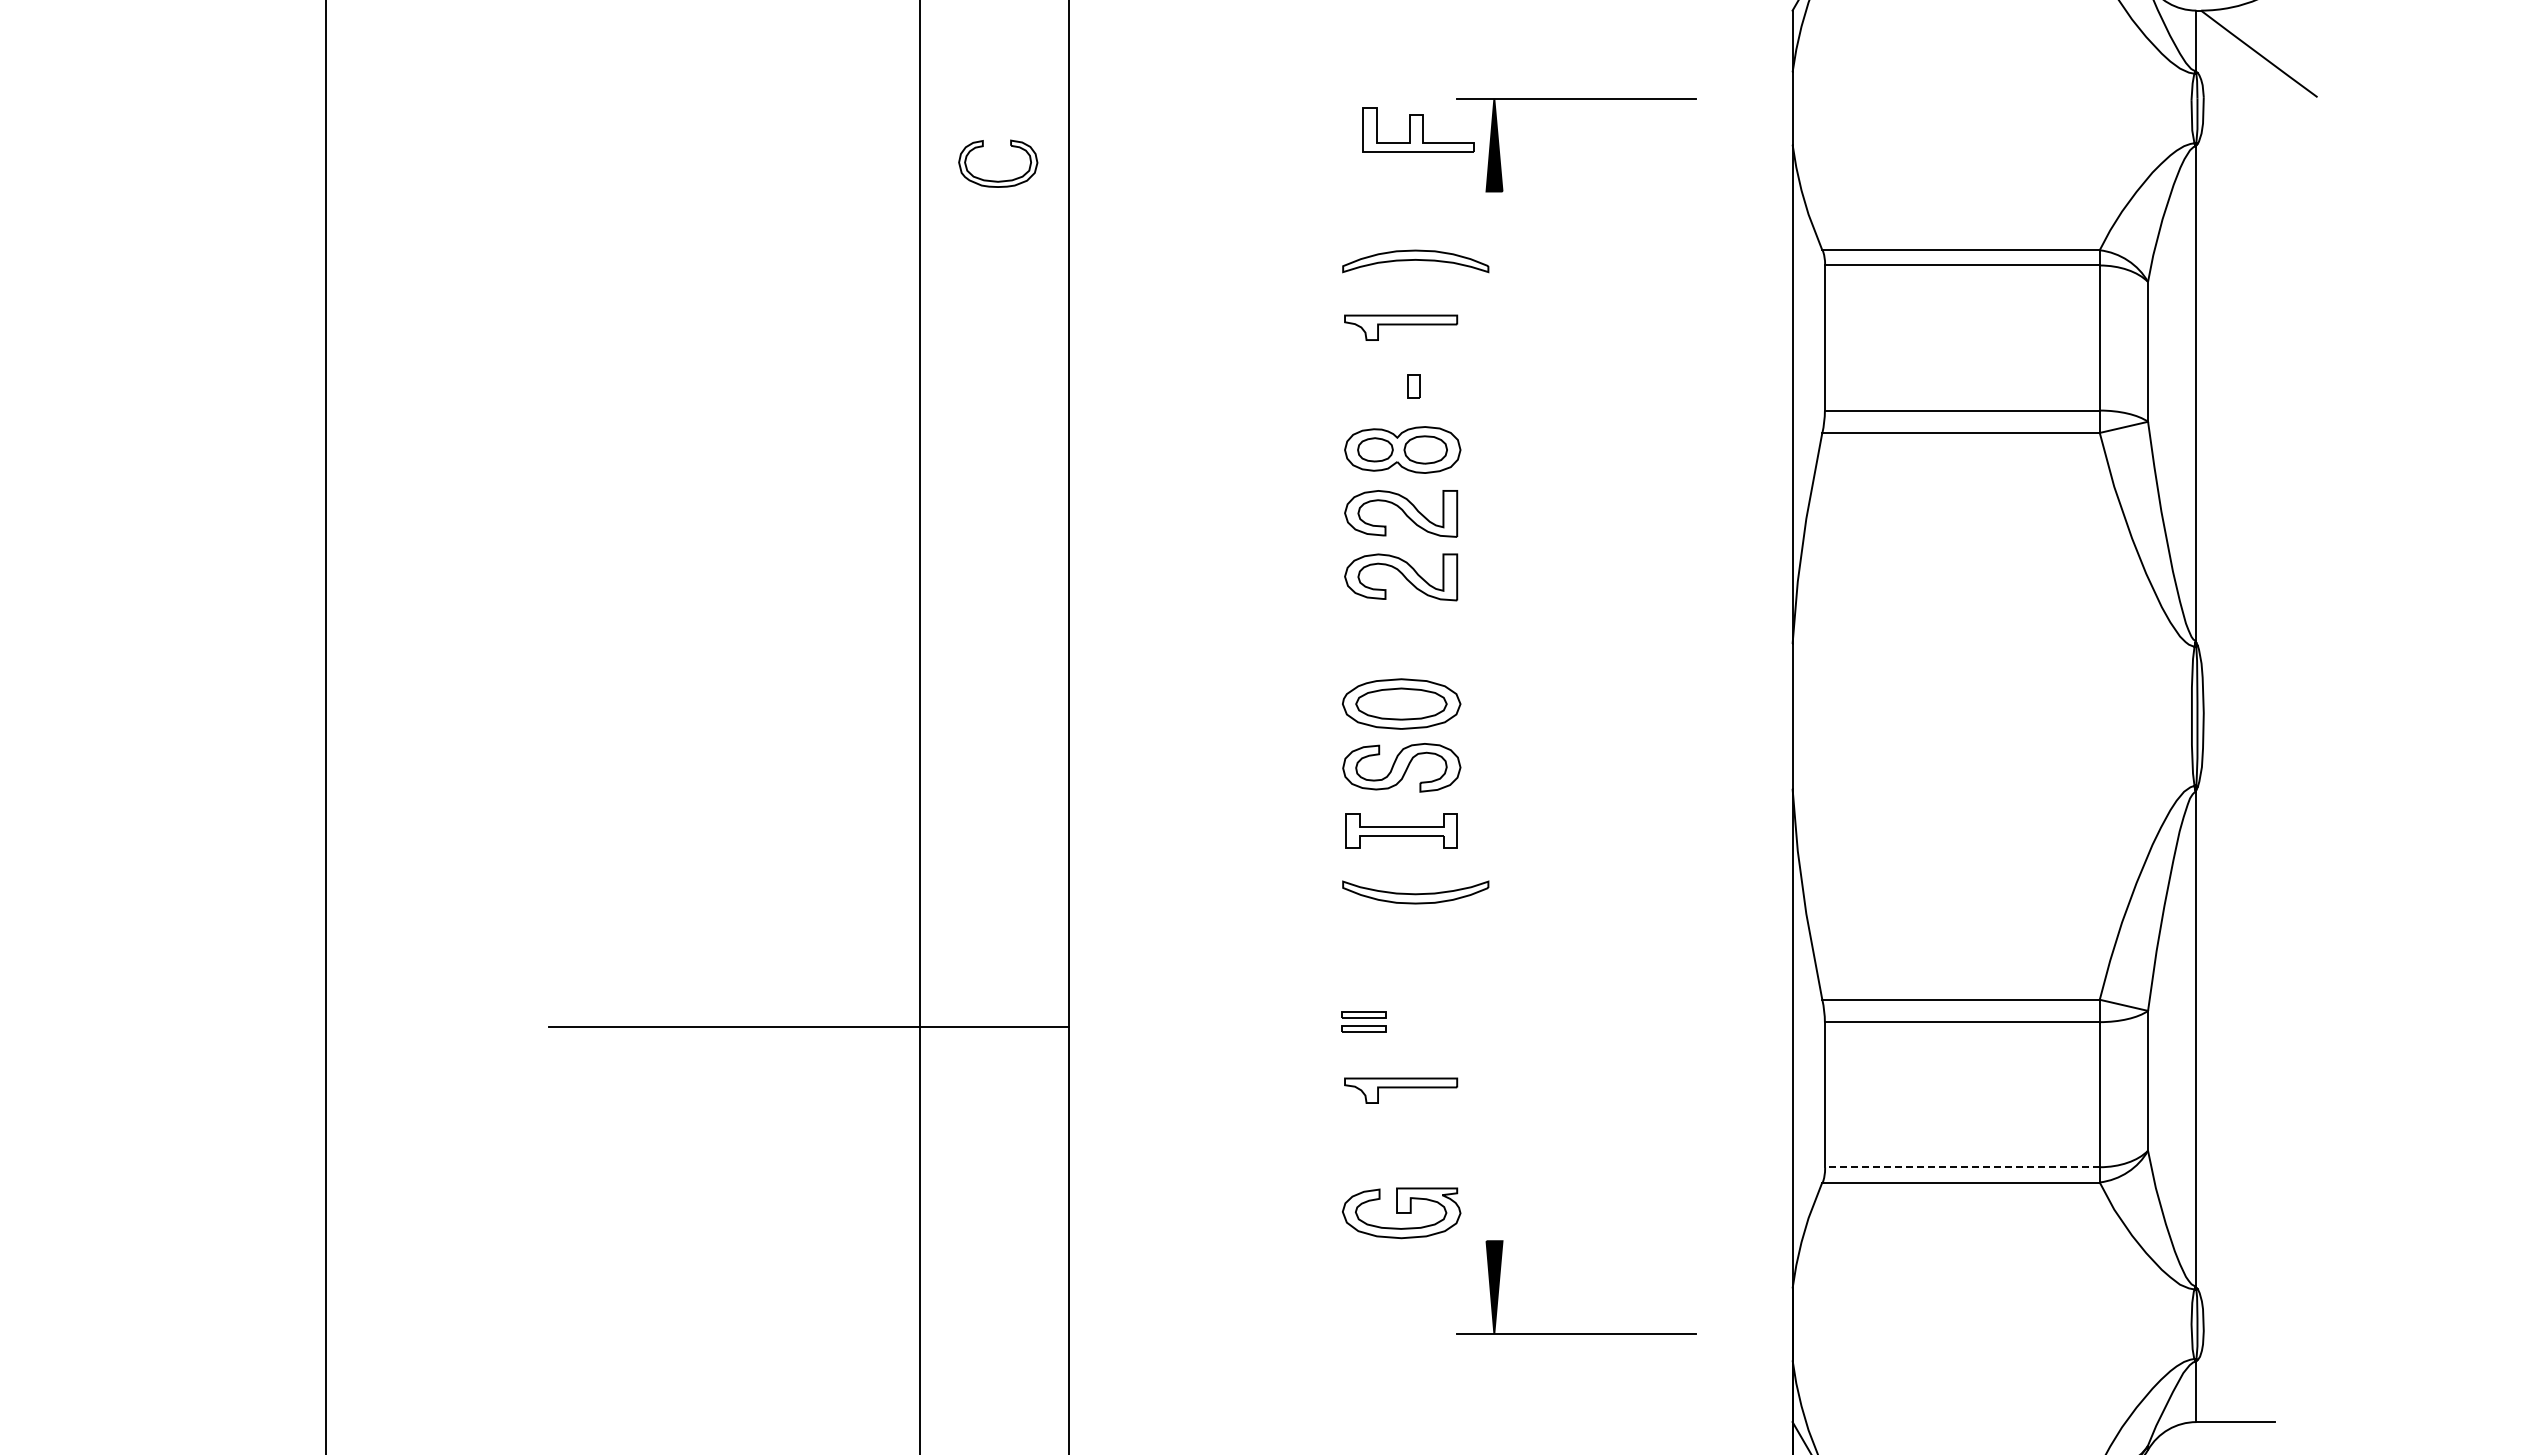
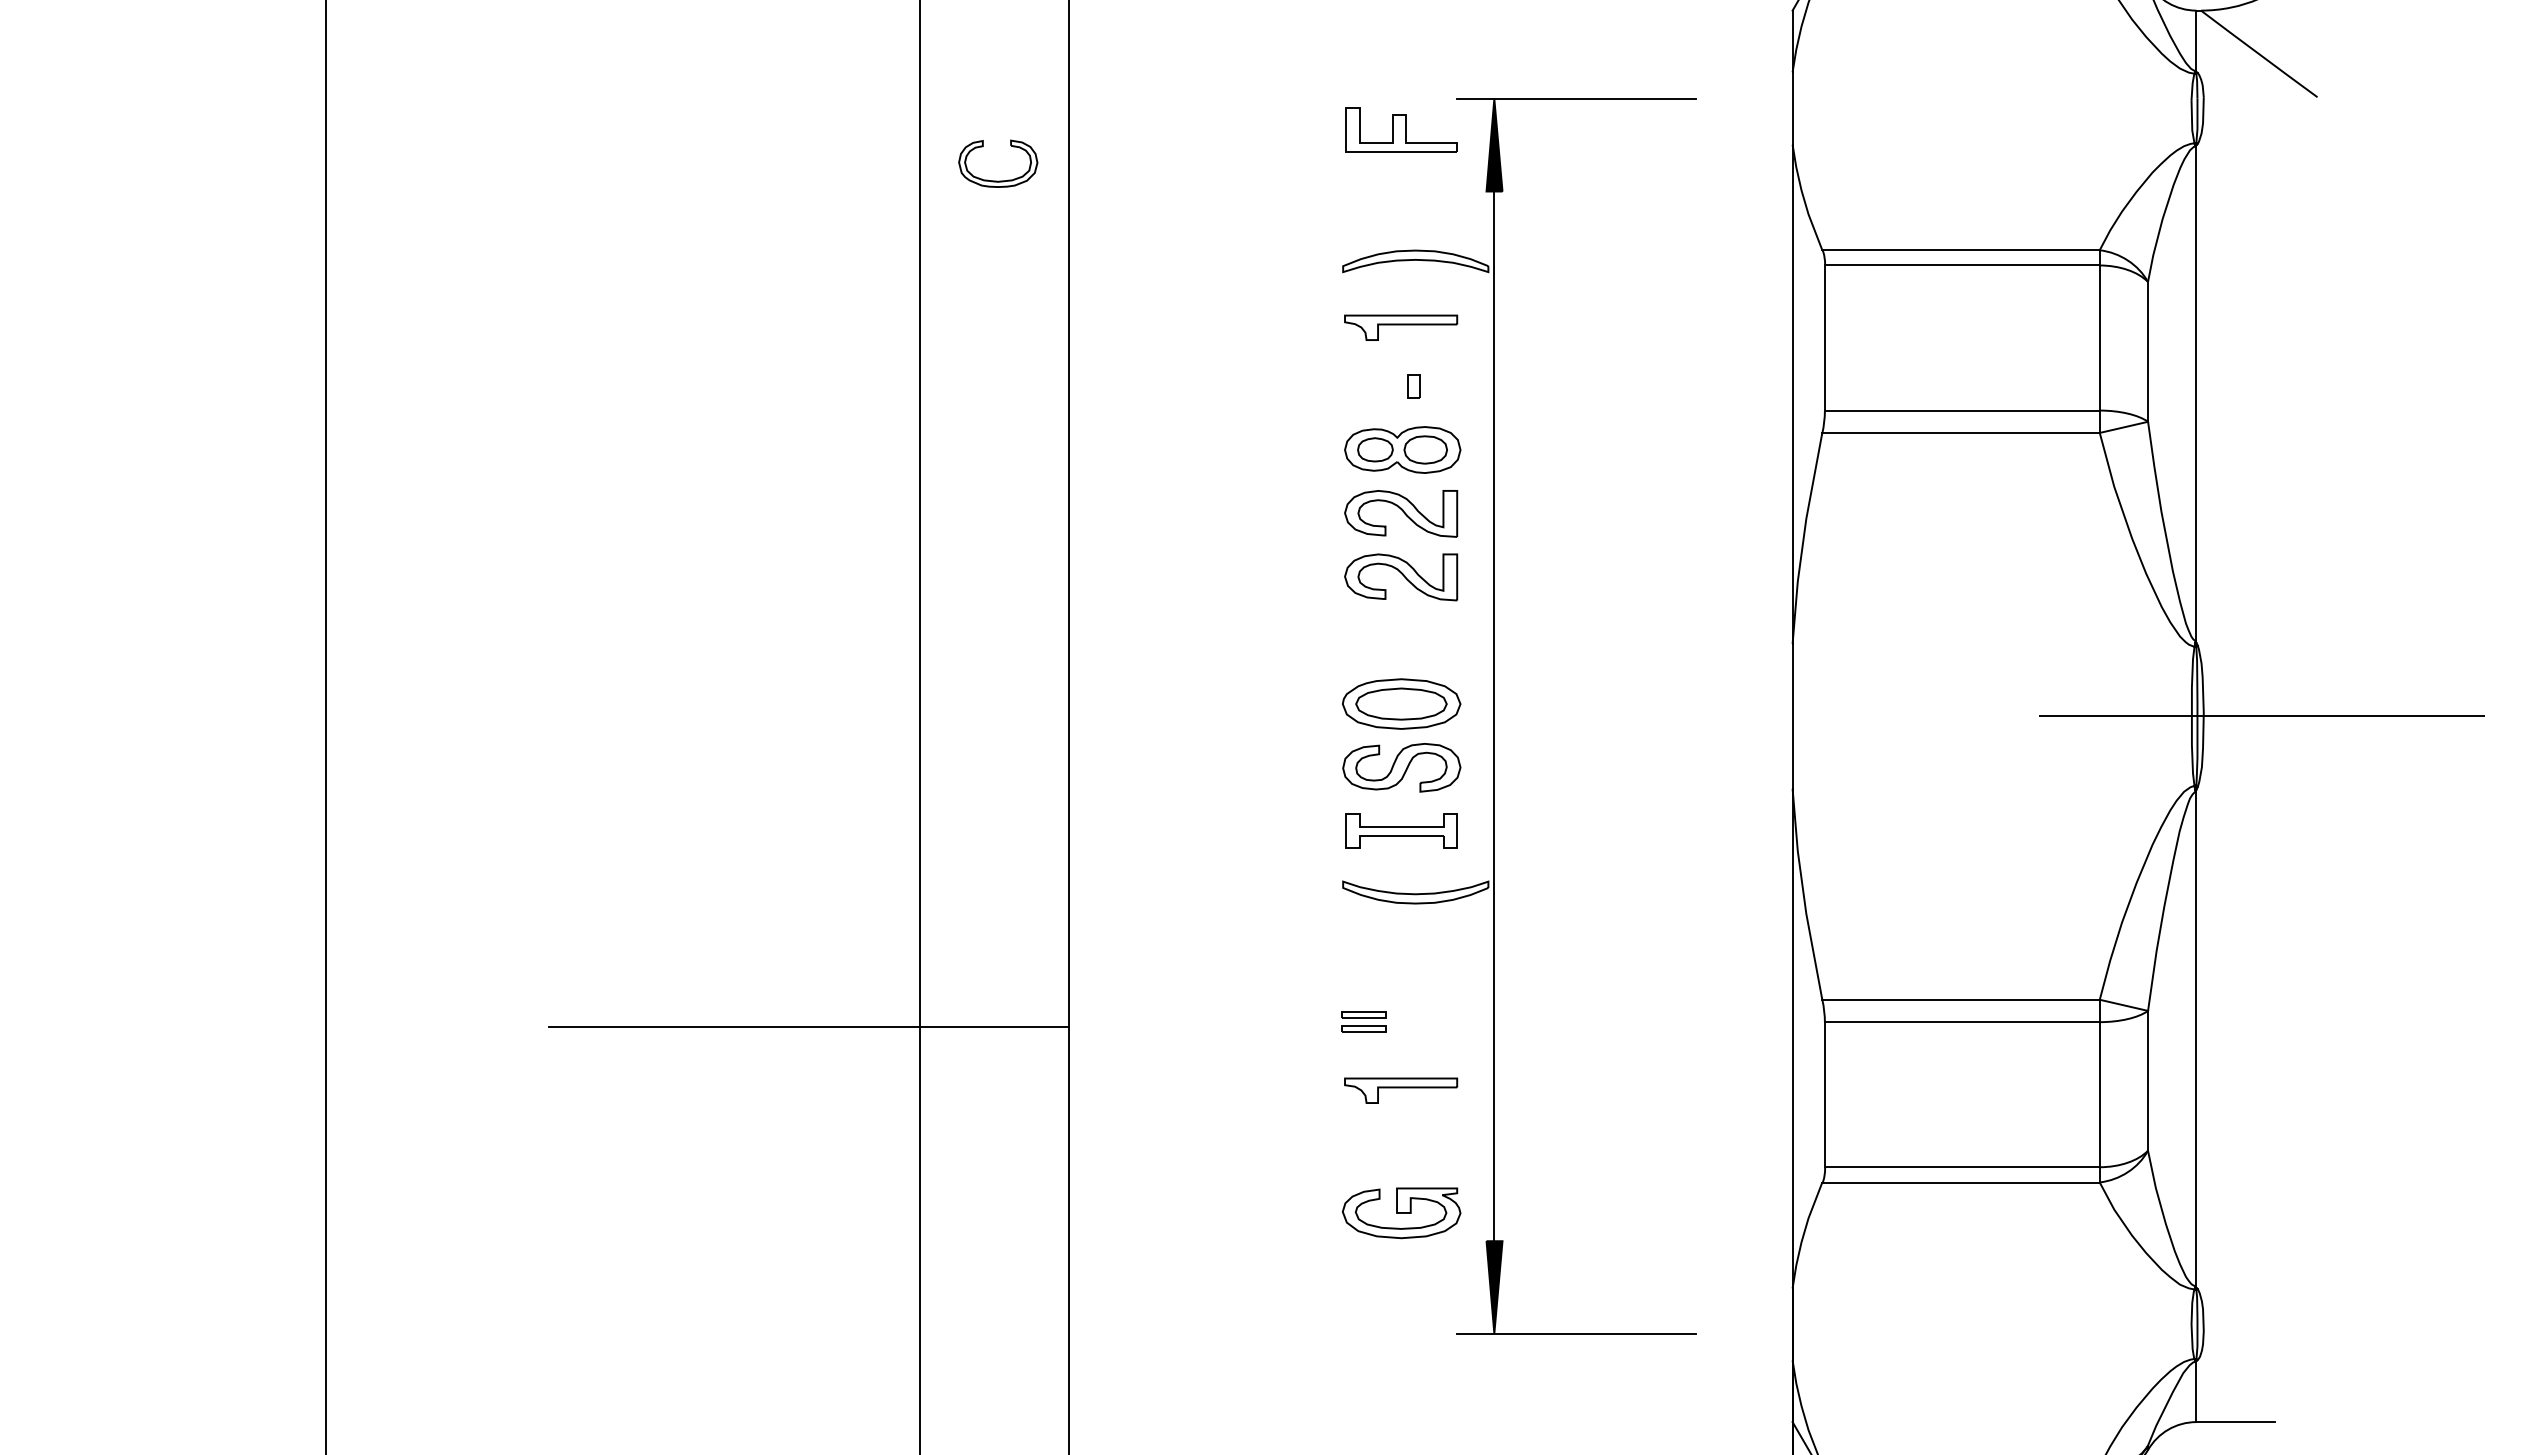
part at (1418, 129) position: (1418, 129) -> (1401, 129)
line at (1494, 716): none -> present
line at (2286, 716): none -> present
line at (1961, 1167): dashed -> solid
